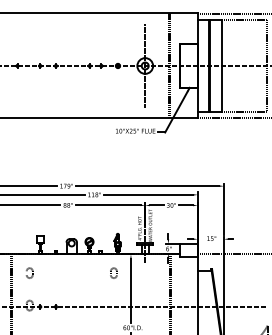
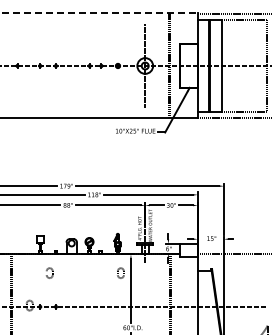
line at (98, 13): solid -> dashed
part at (29, 272) position: (29, 272) -> (49, 272)
part at (113, 272) position: (113, 272) -> (120, 272)
